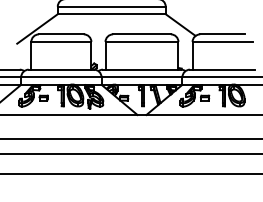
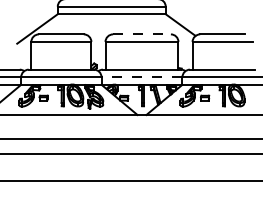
line at (141, 34): solid -> dashed
line at (141, 77): solid -> dashed
line at (130, 174) position: (130, 174) -> (130, 181)
